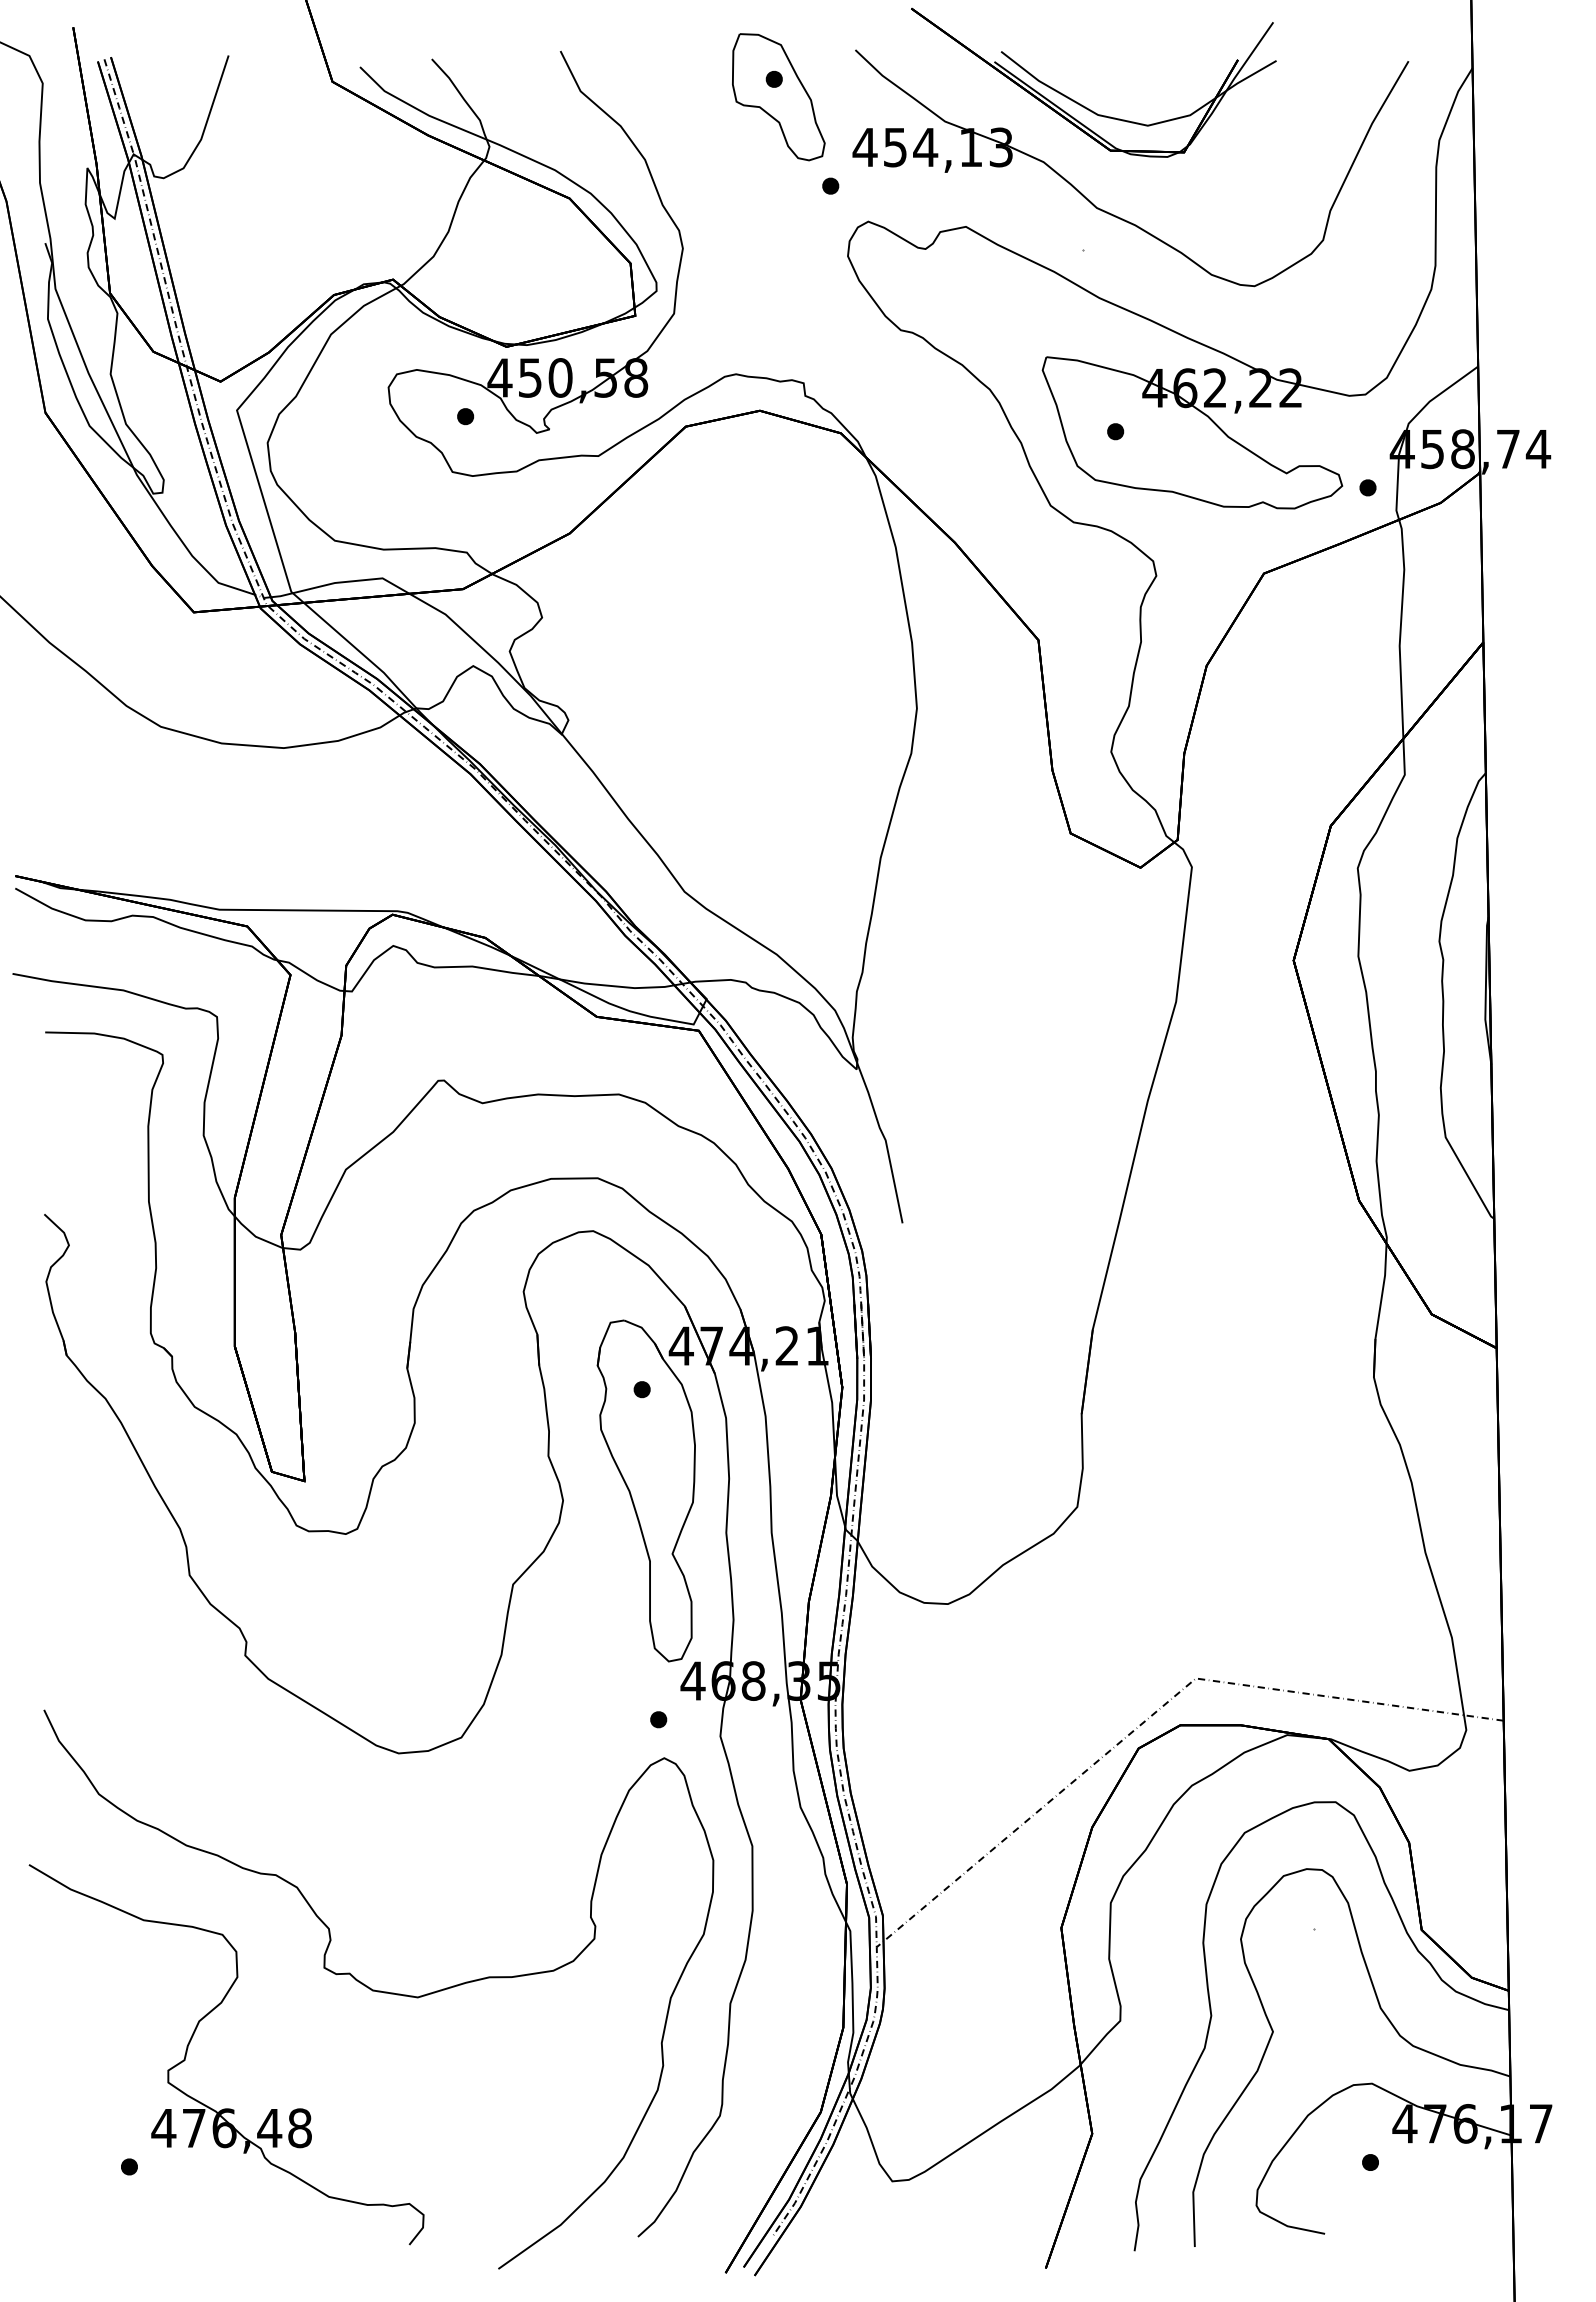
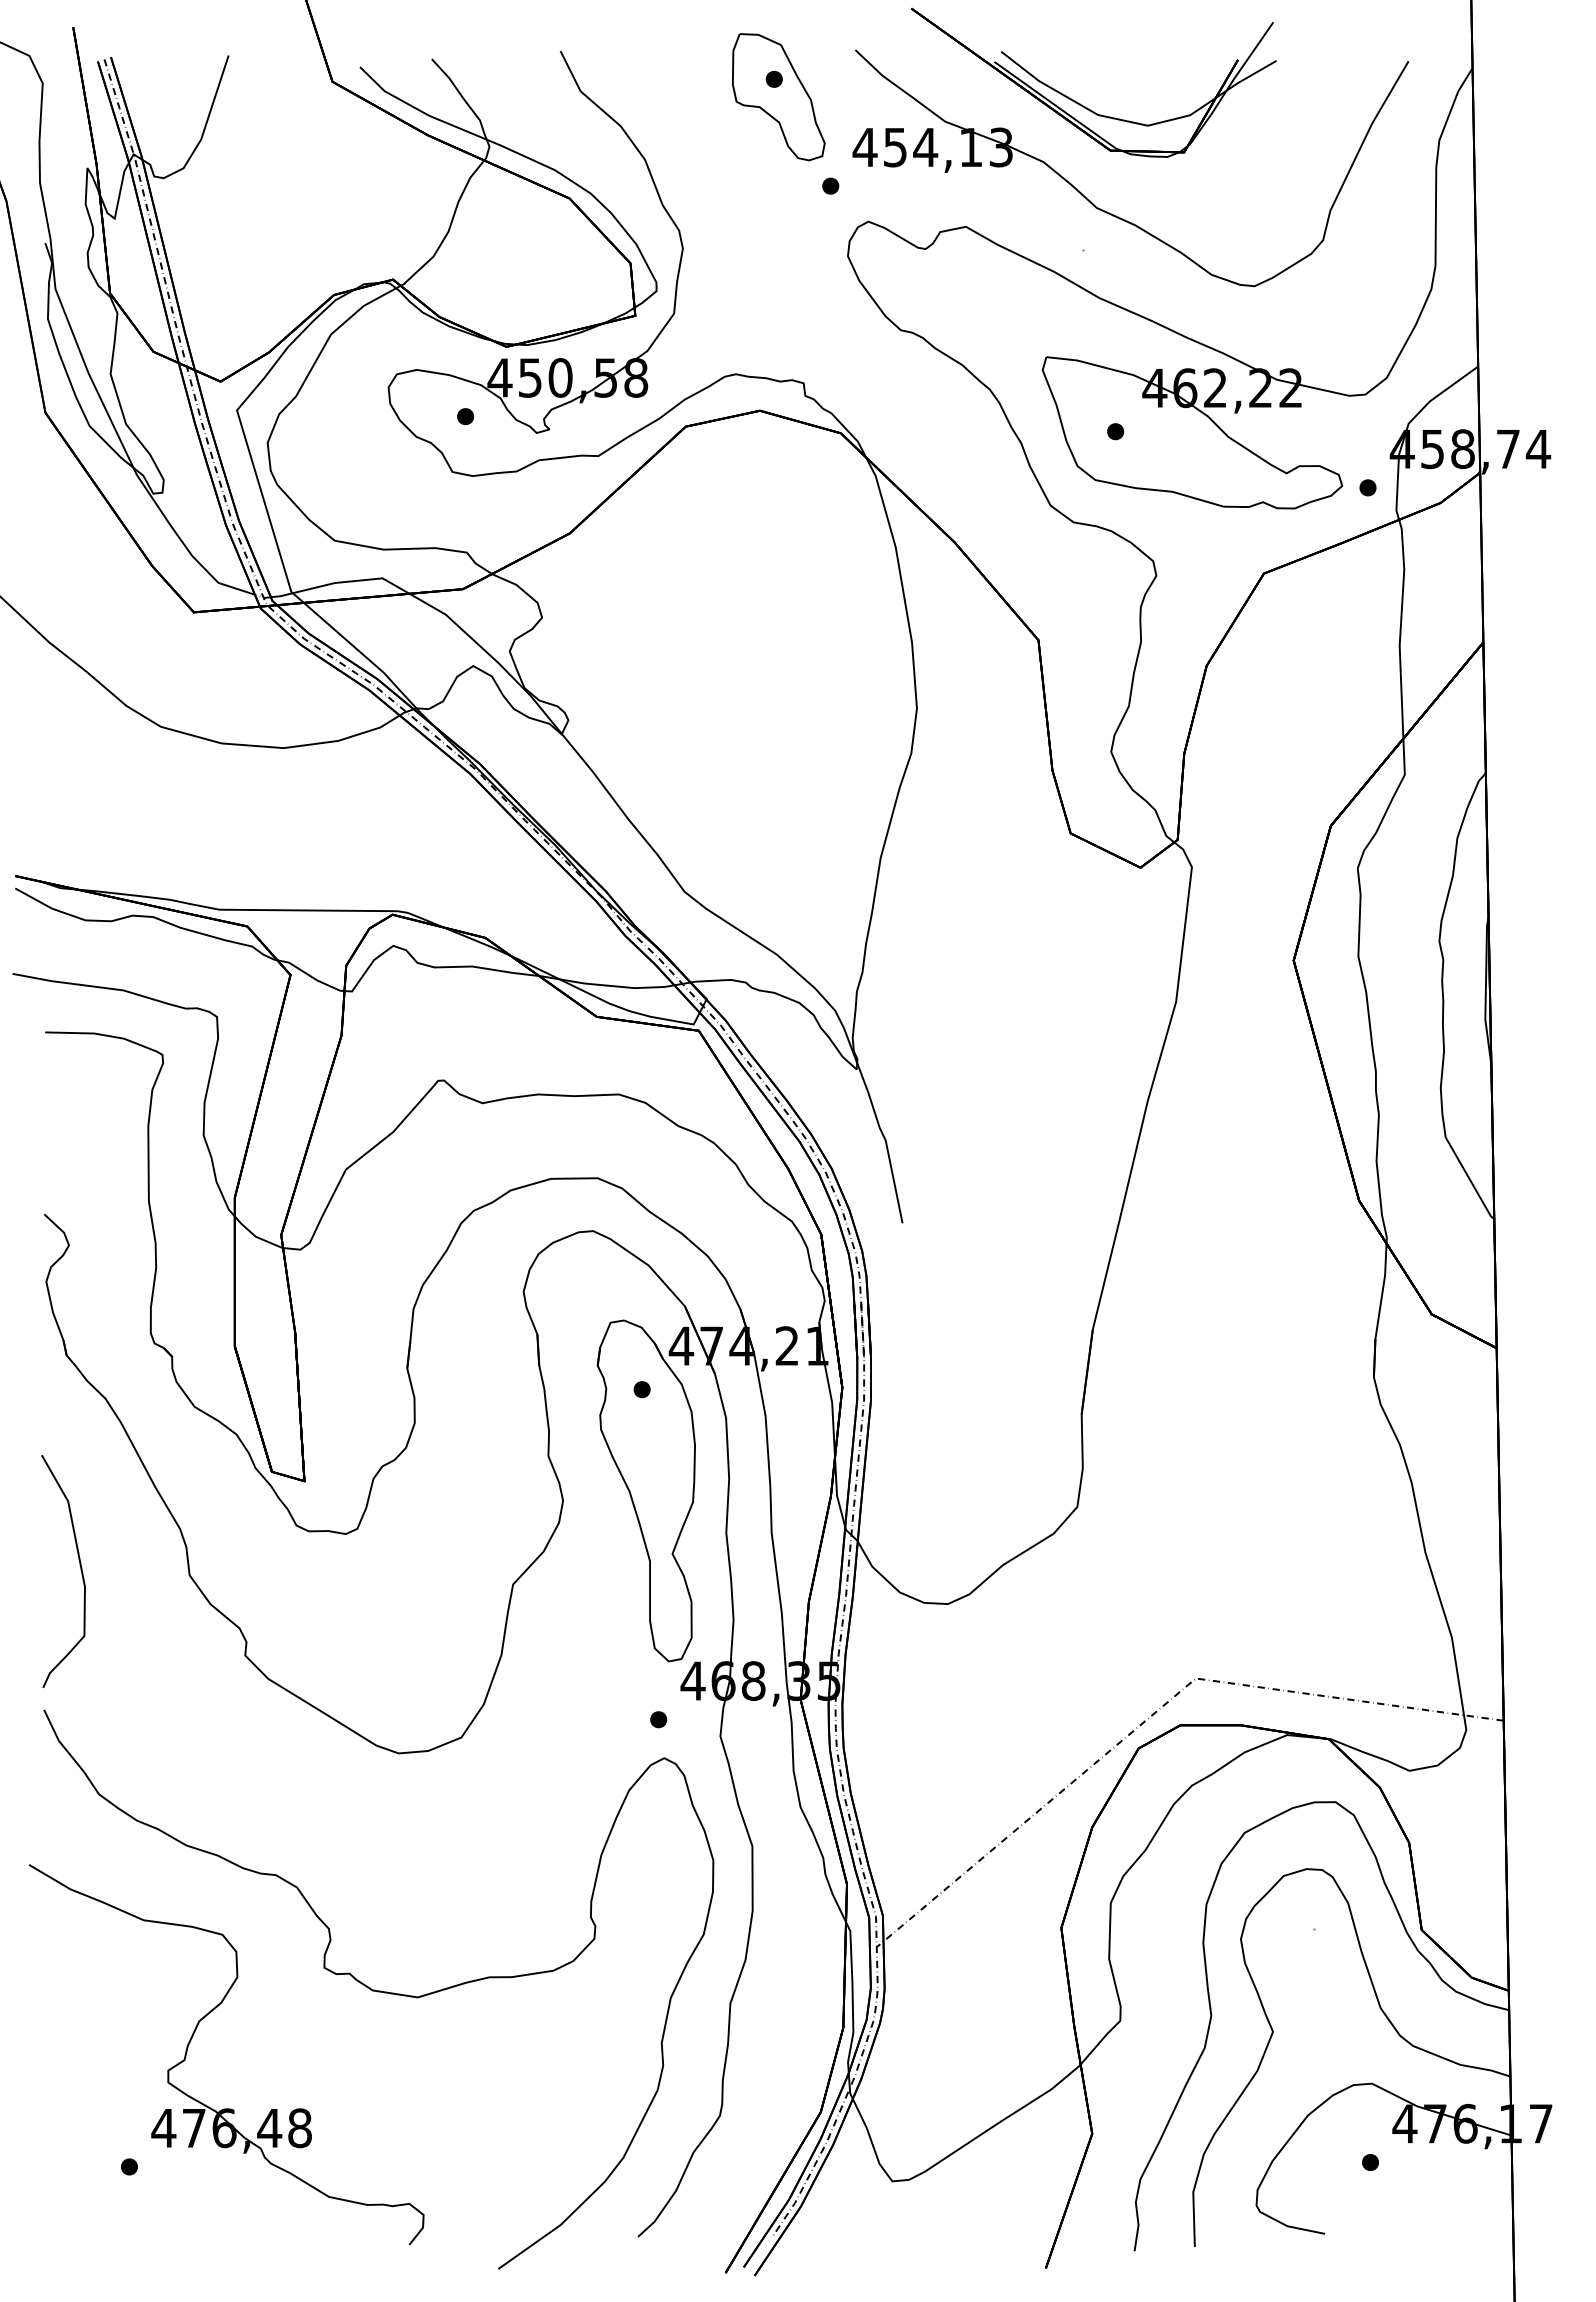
curve at (80, 1570): none -> present
